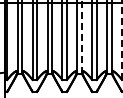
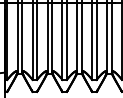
line at (81, 36): dashed -> solid
line at (122, 40): dashed -> solid
